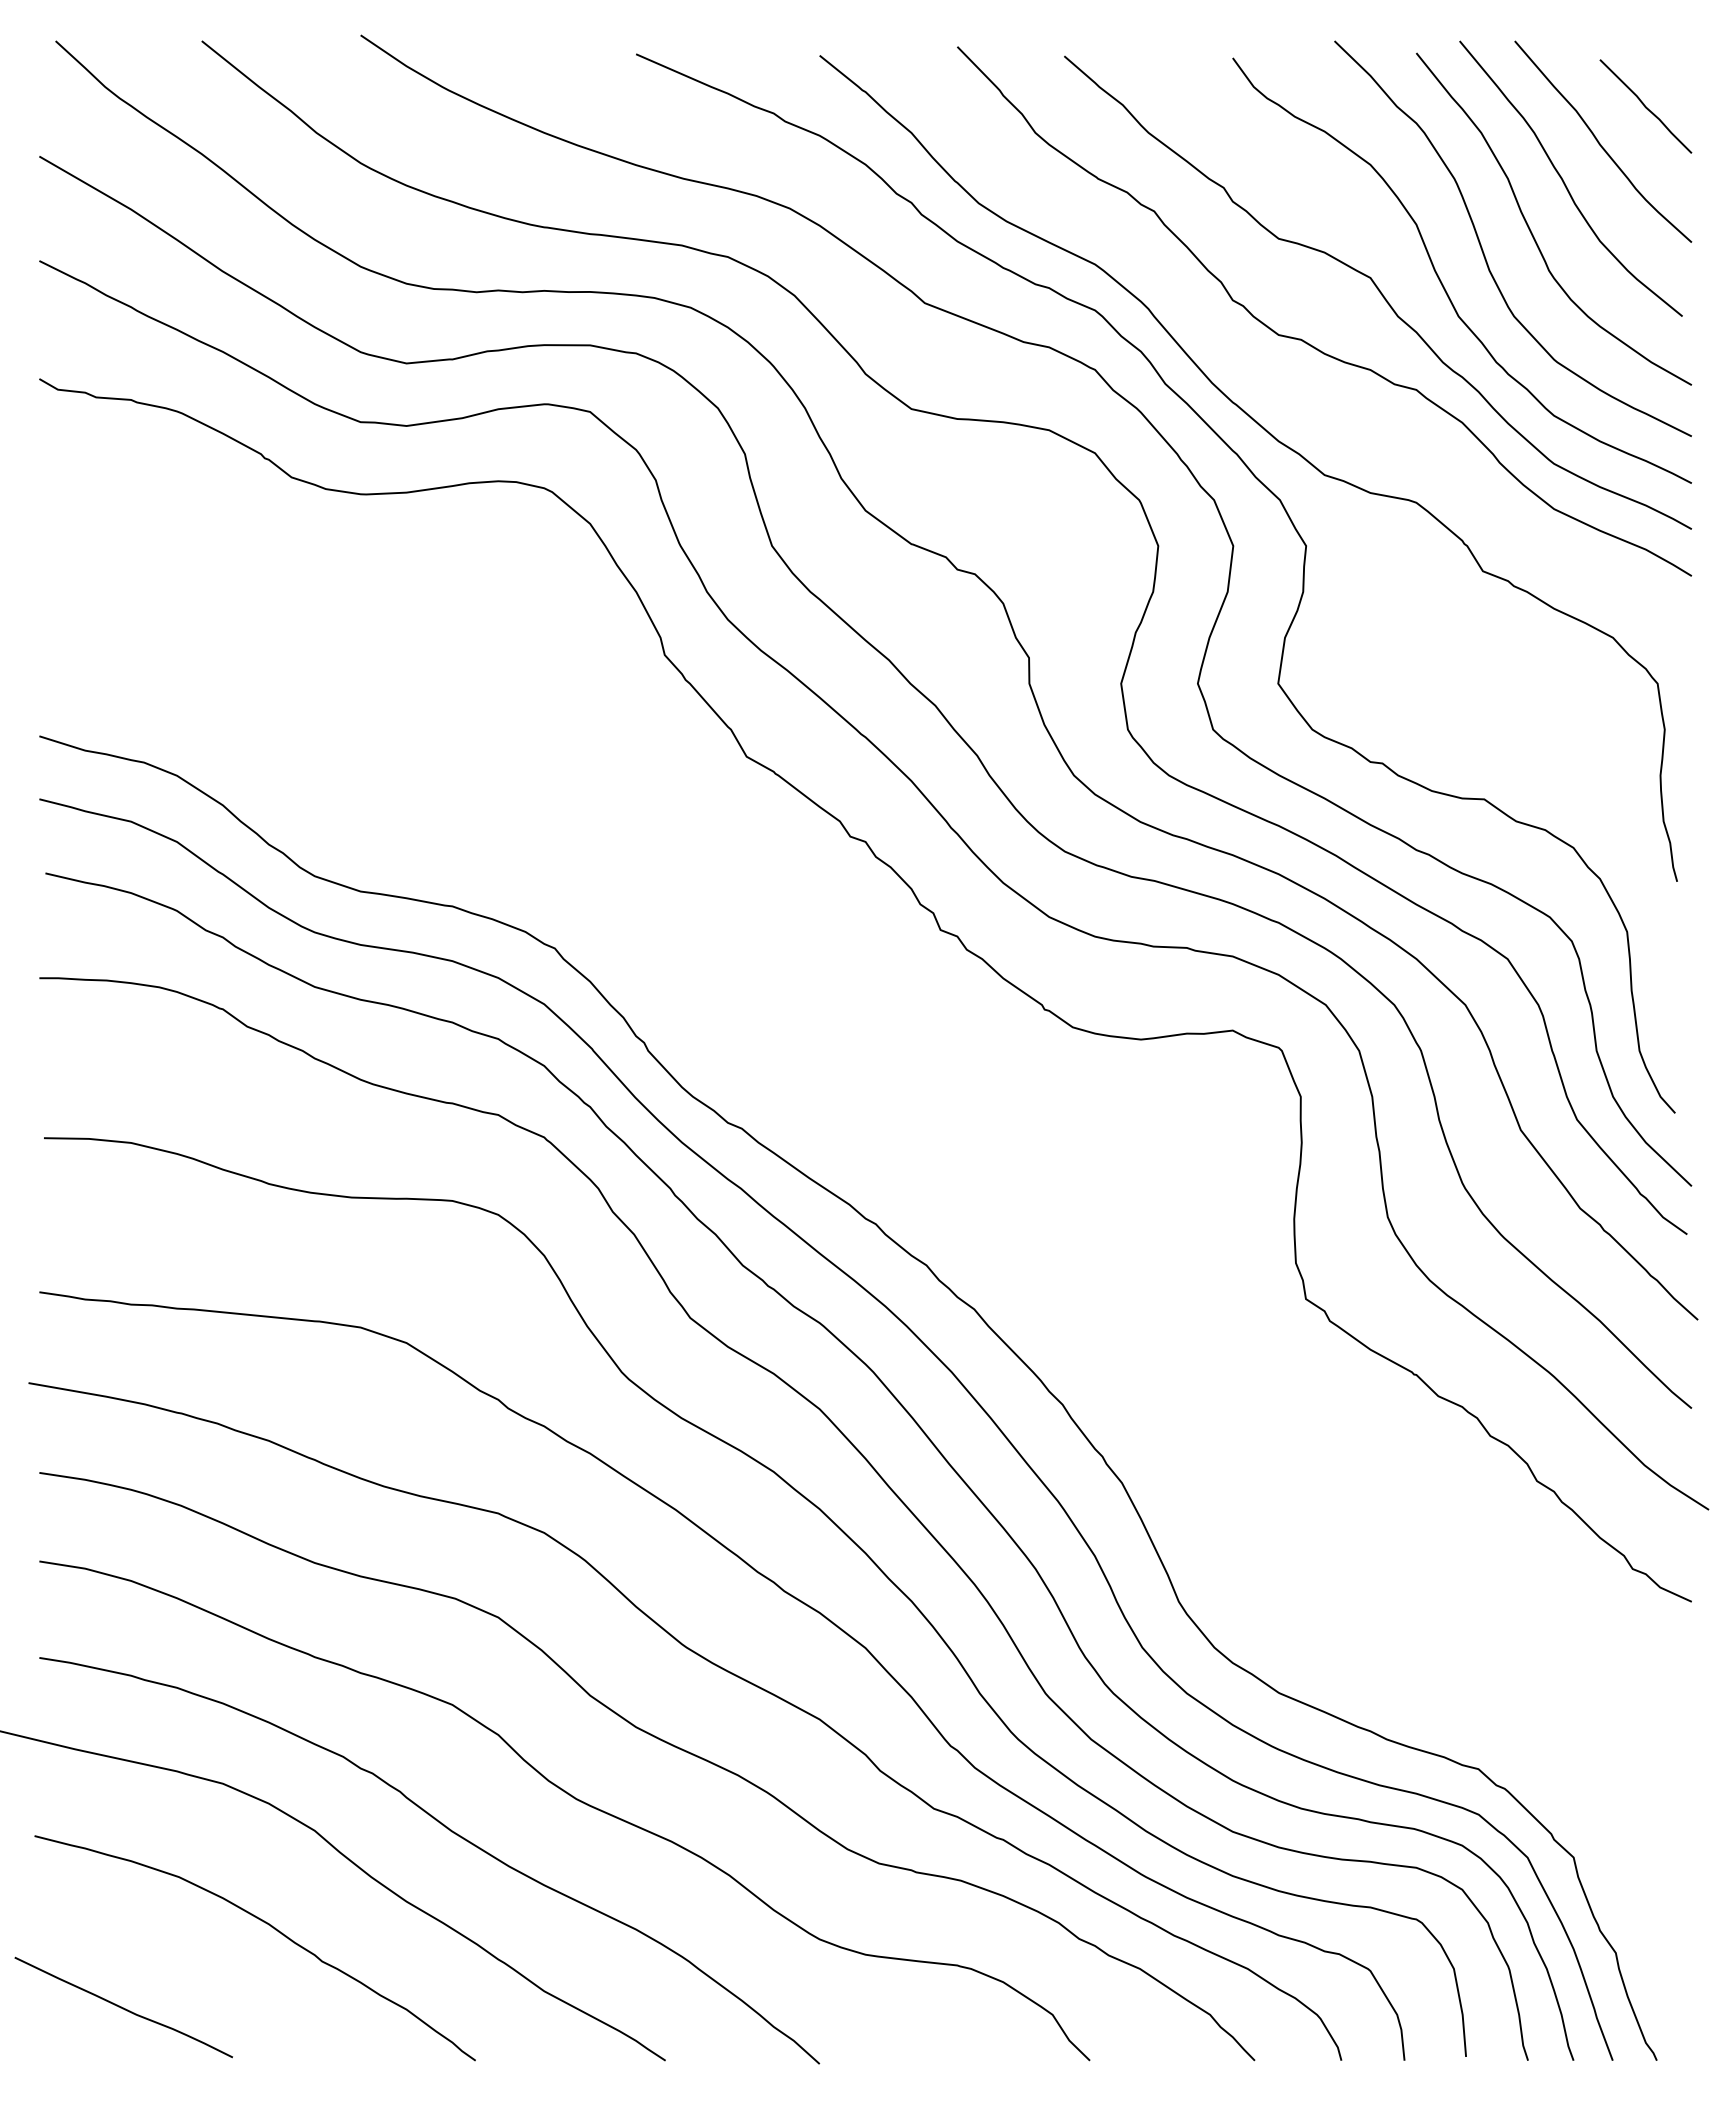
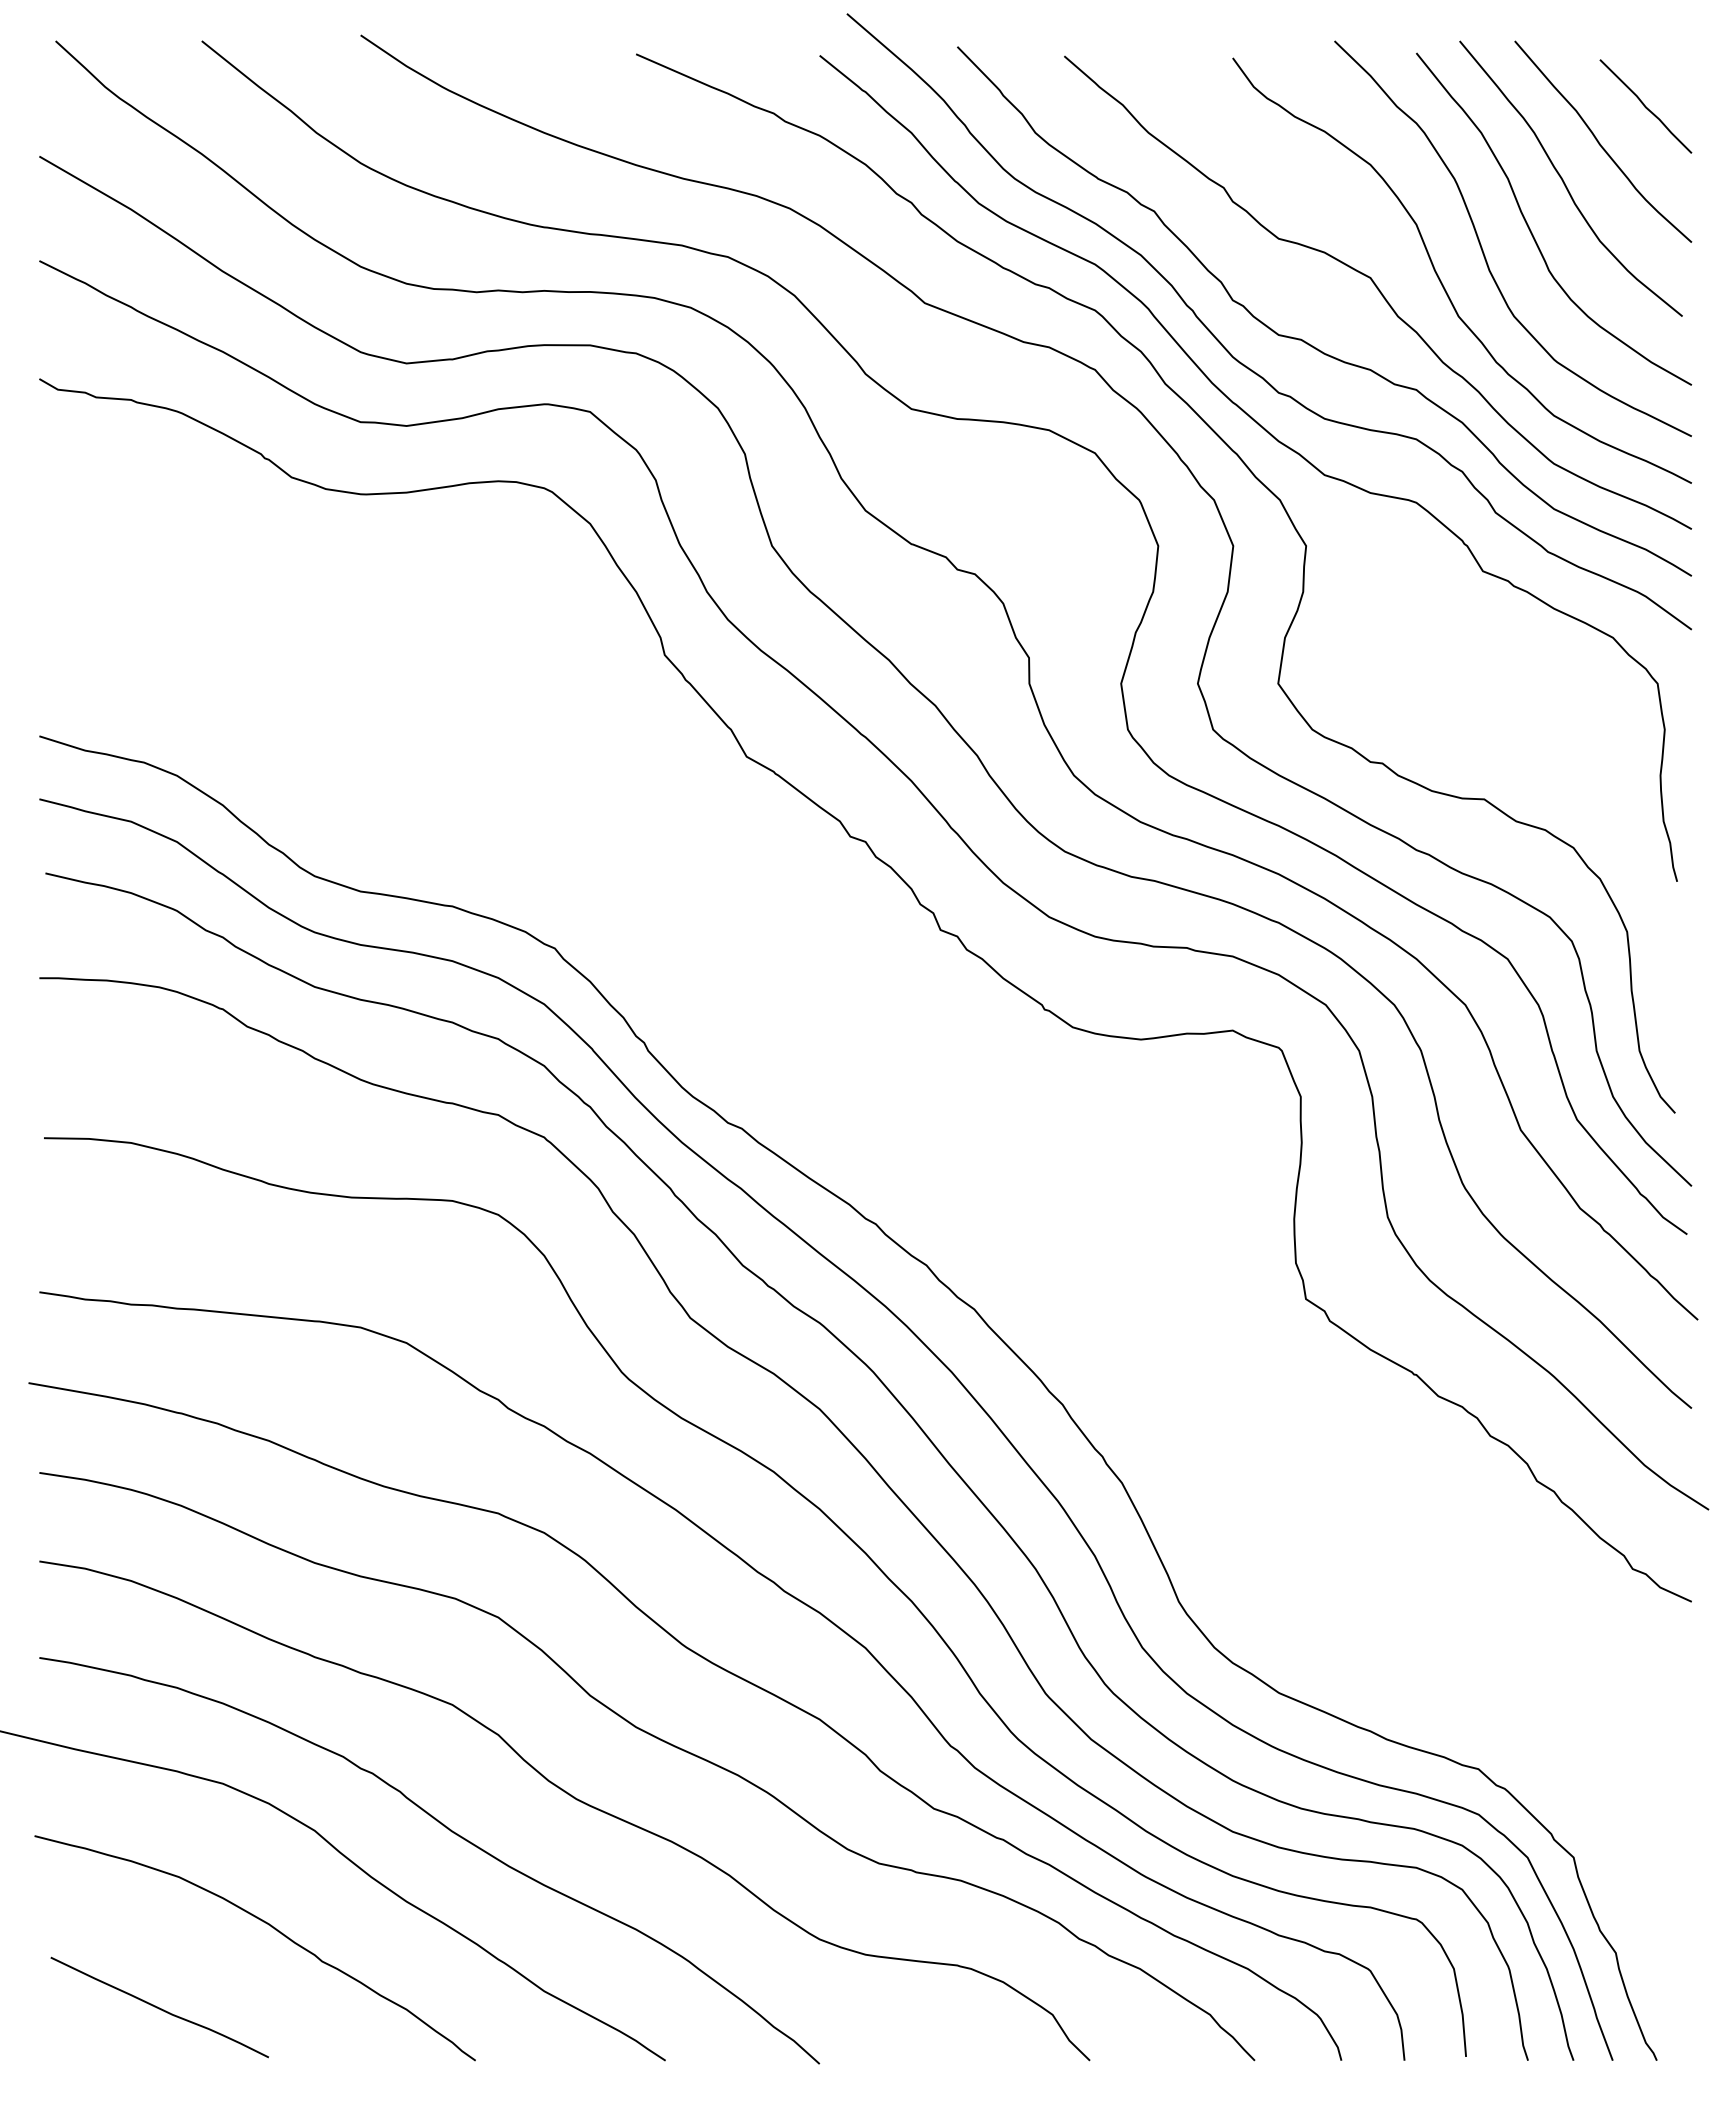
curve at (1240, 361): none -> present
curve at (123, 2007) position: (123, 2007) -> (159, 2007)
